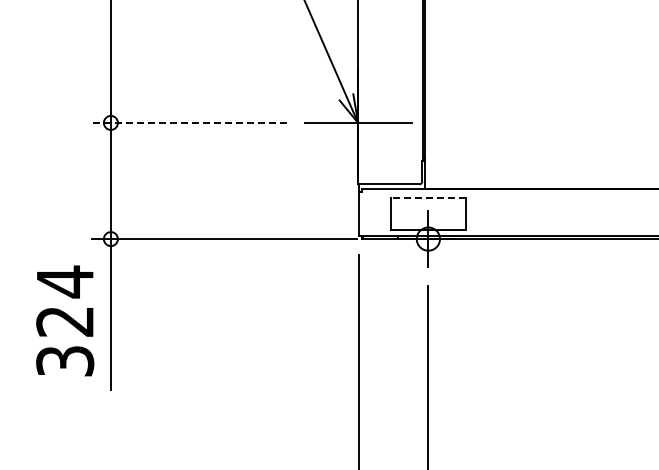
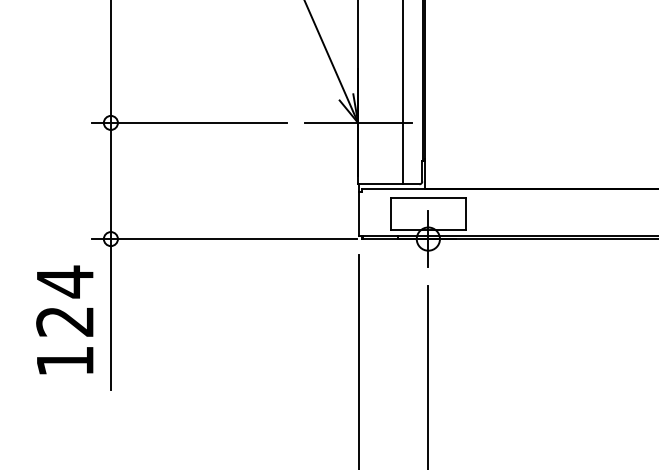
line at (403, 93): none -> present
line at (189, 122): dashed -> solid
line at (427, 197): dashed -> solid
text at (65, 361): 324 -> 124
